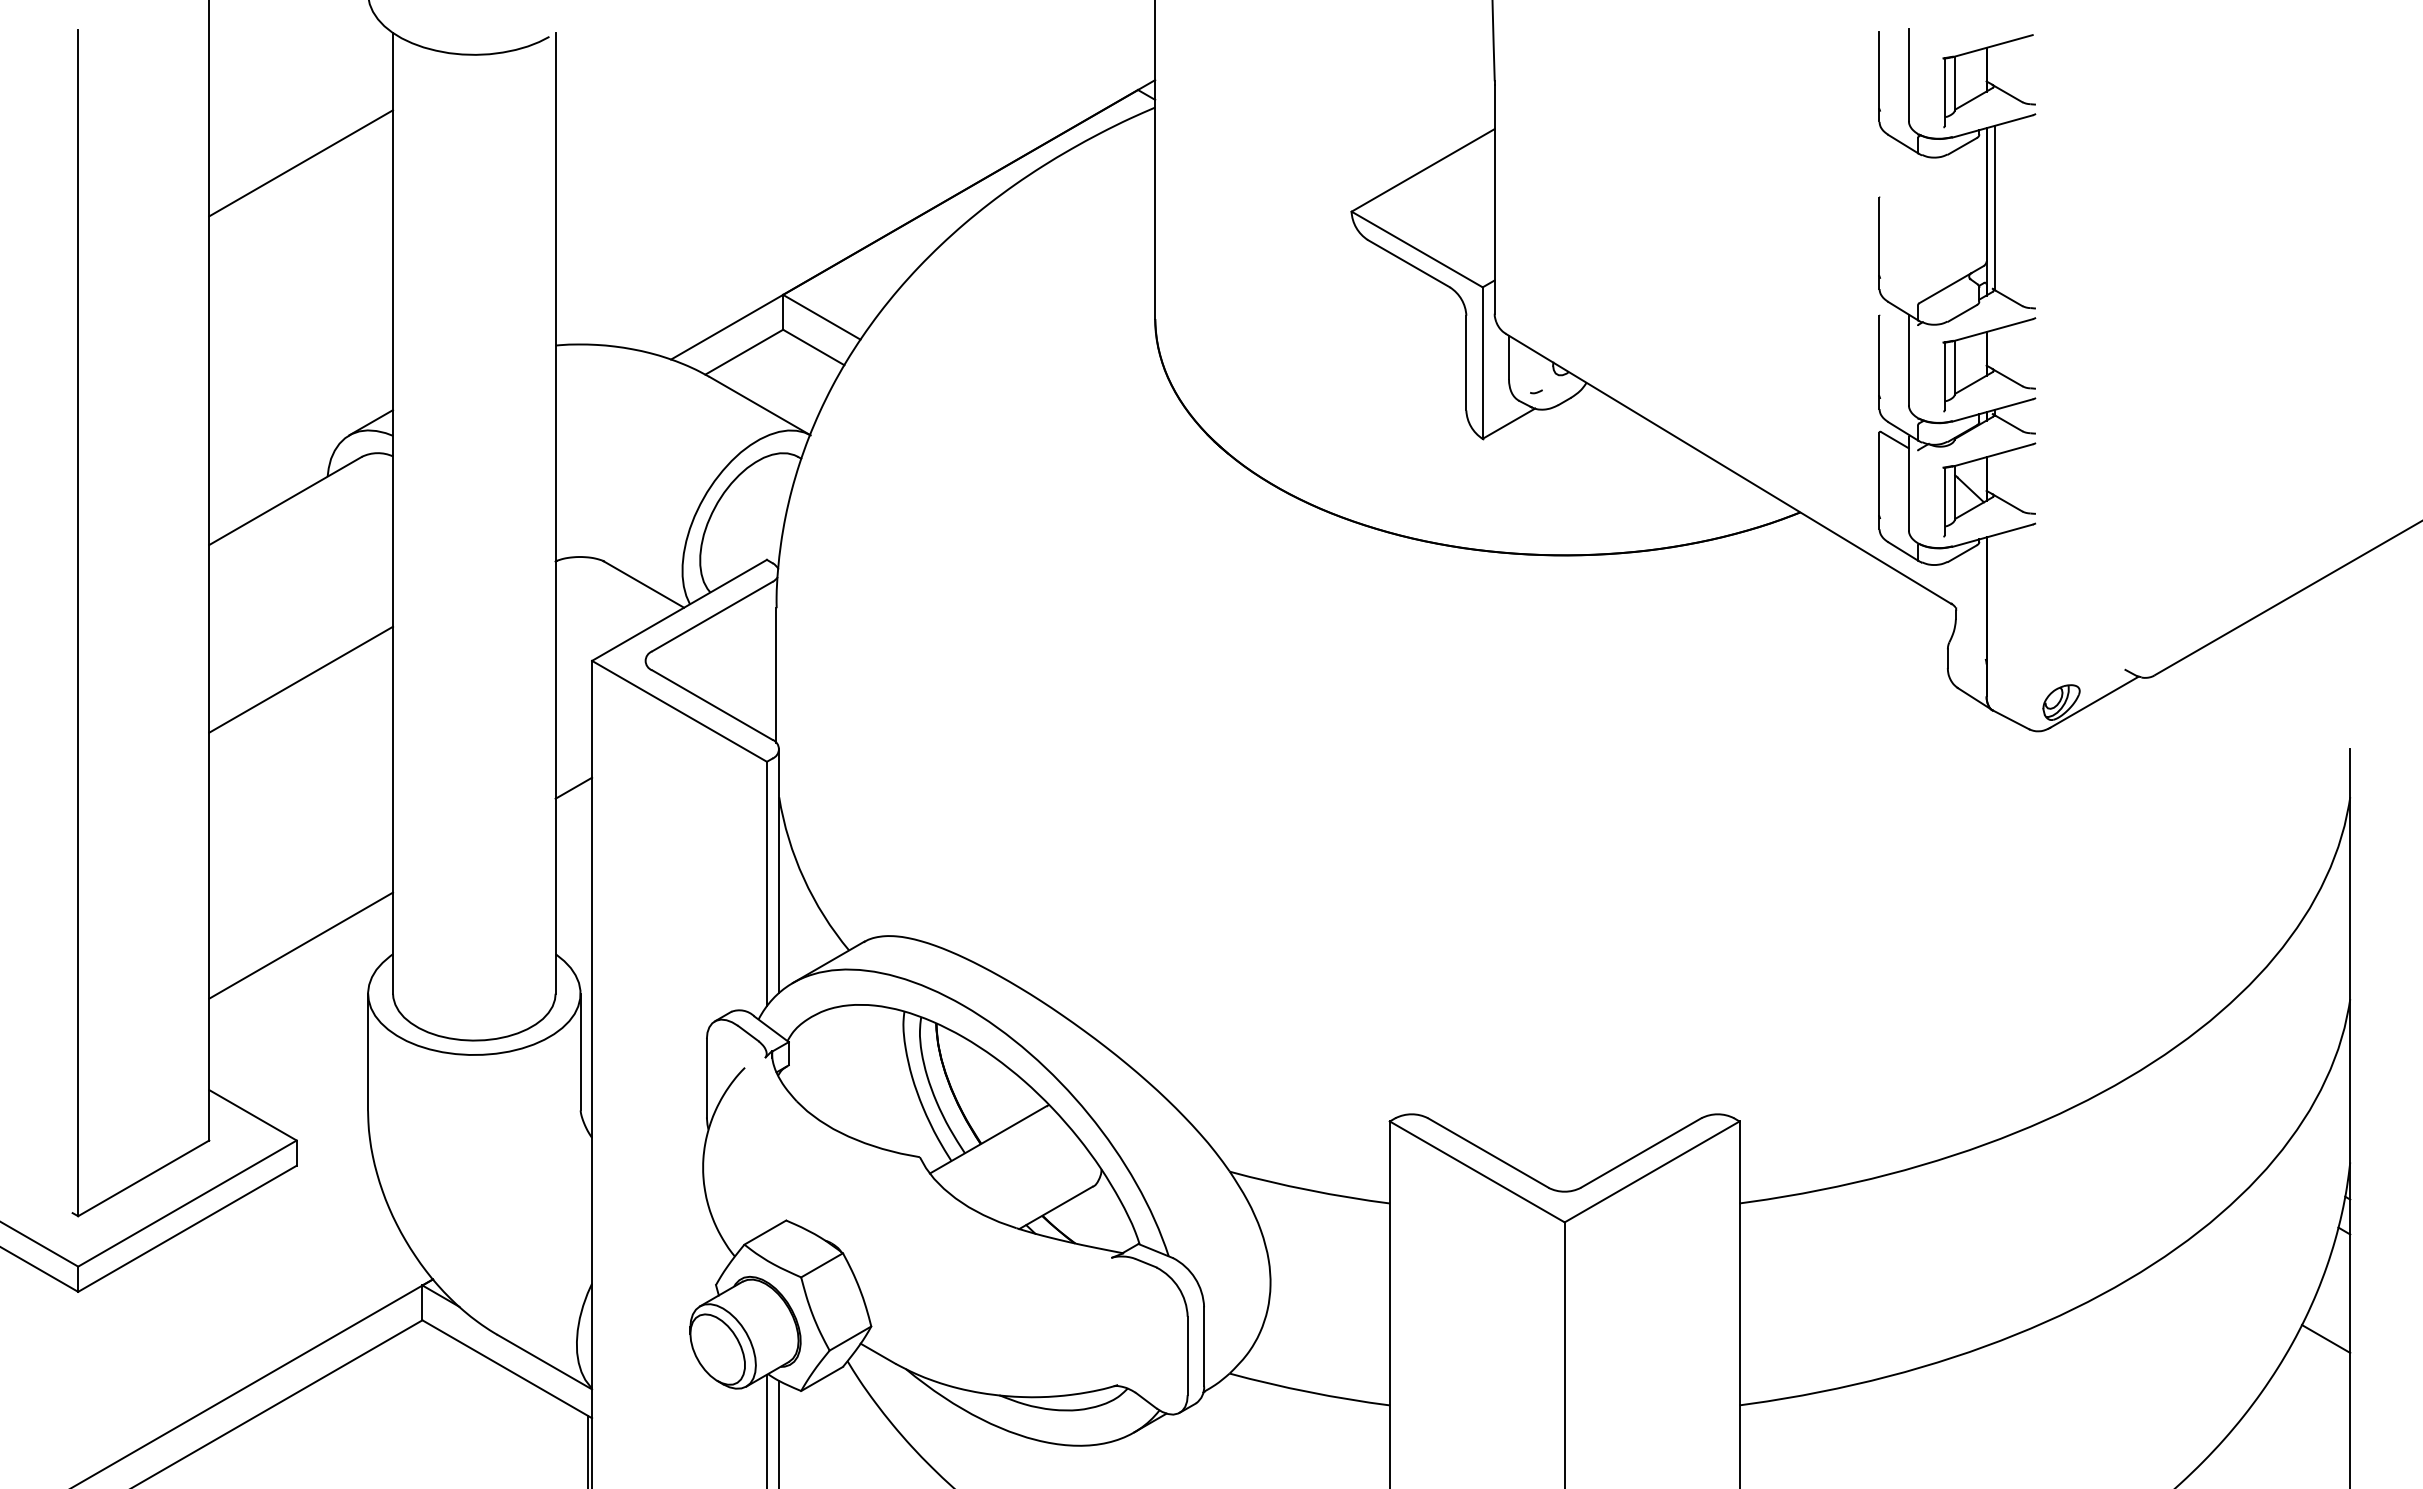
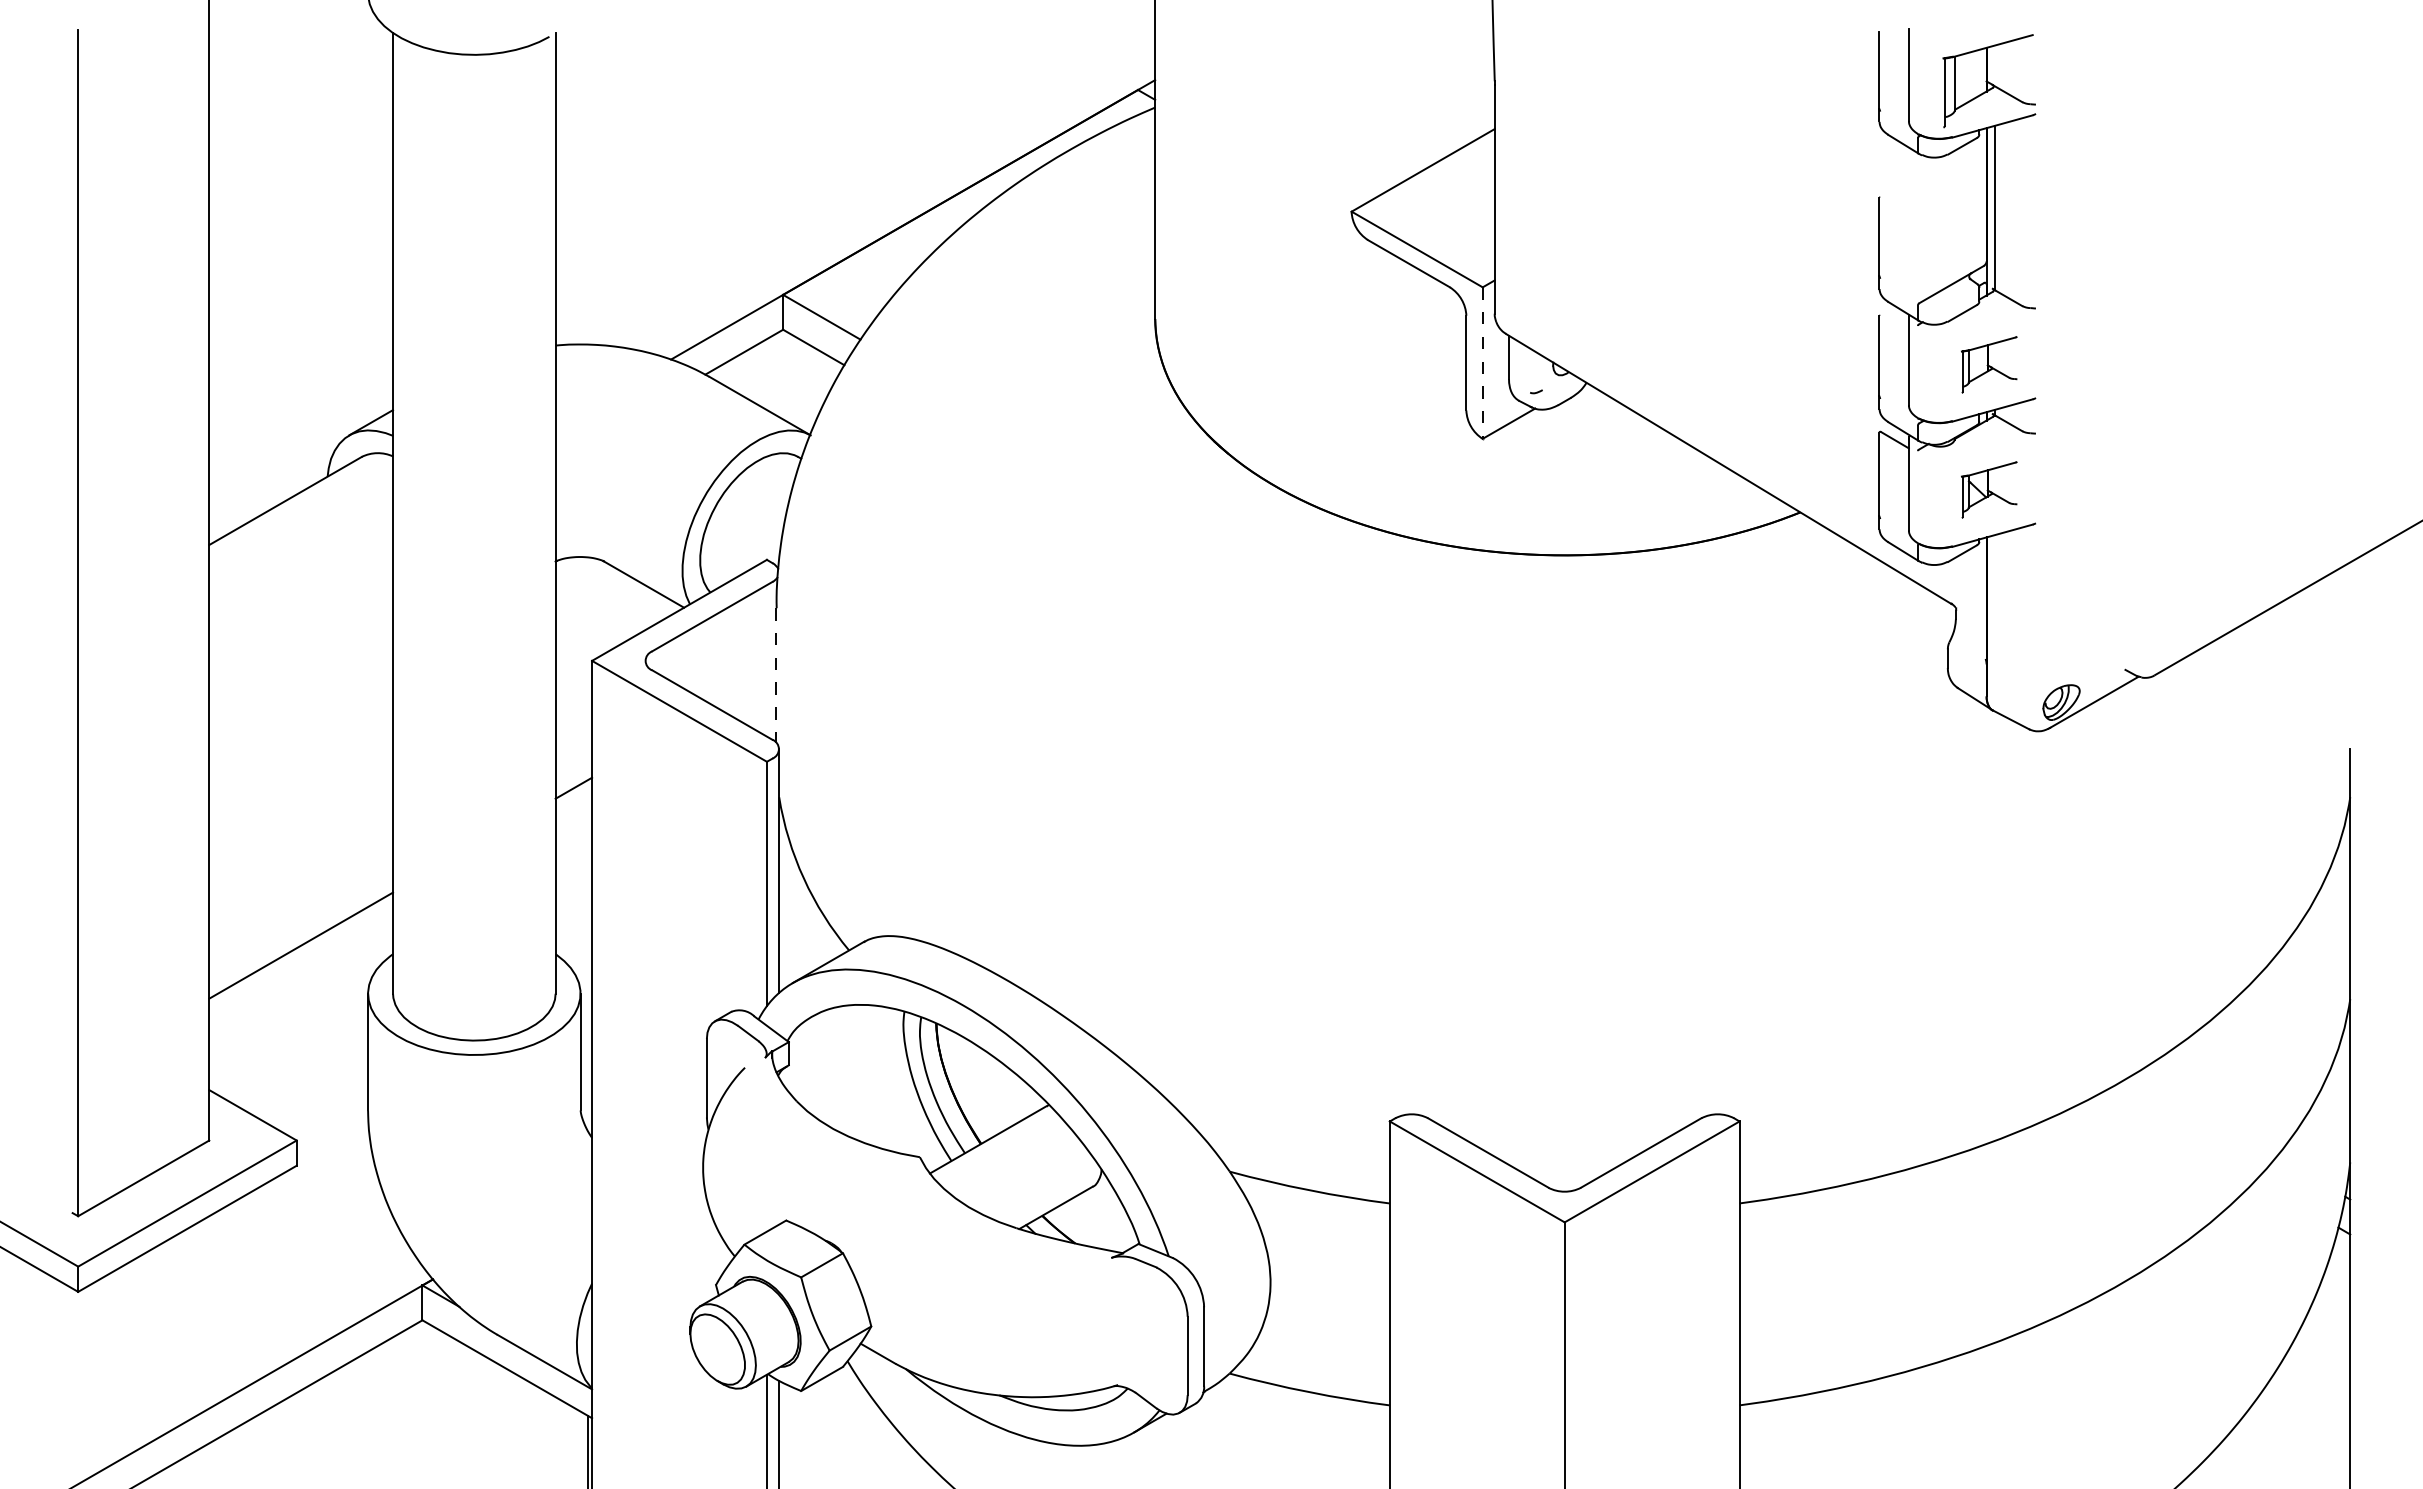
line at (301, 163): present -> none
line at (1482, 363): solid -> dashed
part at (1989, 364) size: 95x96 px -> 57x58 px
part at (1989, 489) size: 95x96 px -> 57x58 px
line at (776, 676): solid -> dashed
line at (301, 679): present -> none
line at (2325, 1338): present -> none
